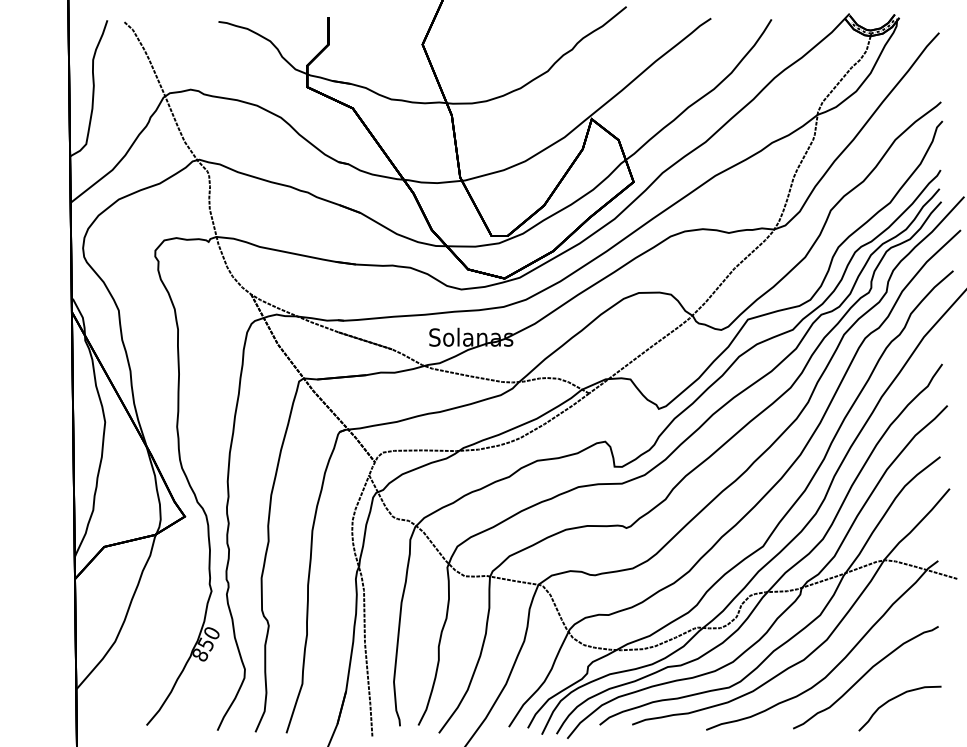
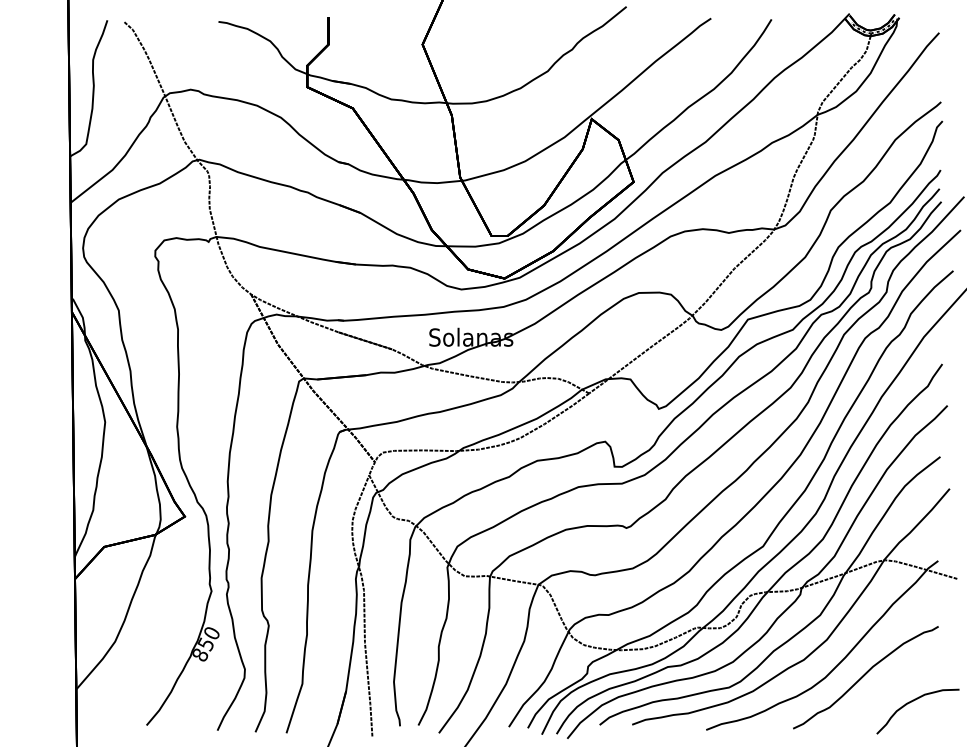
curve at (895, 698) position: (895, 698) -> (913, 701)
